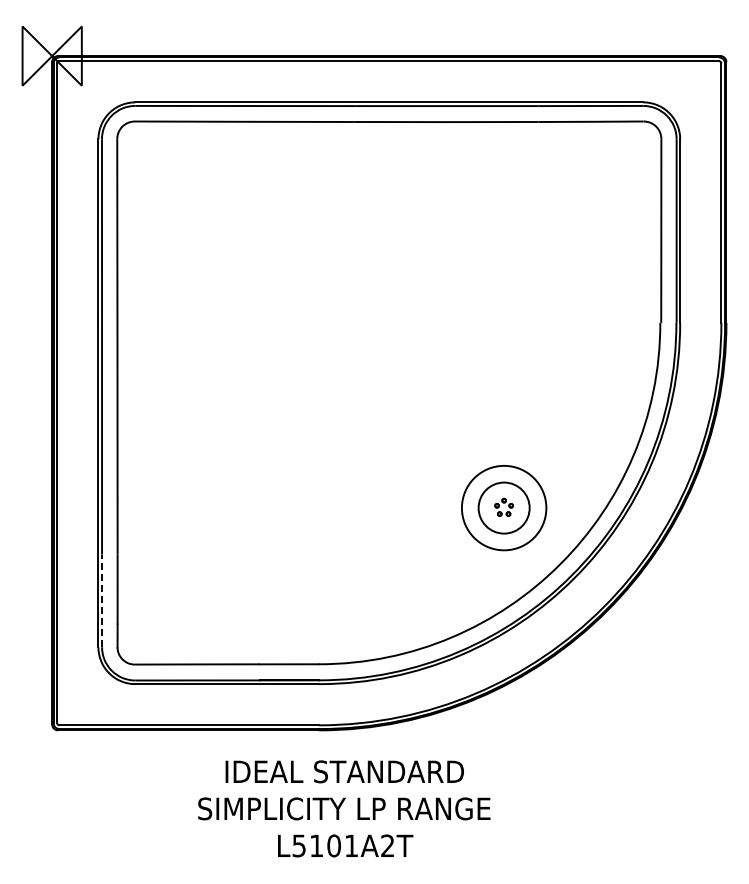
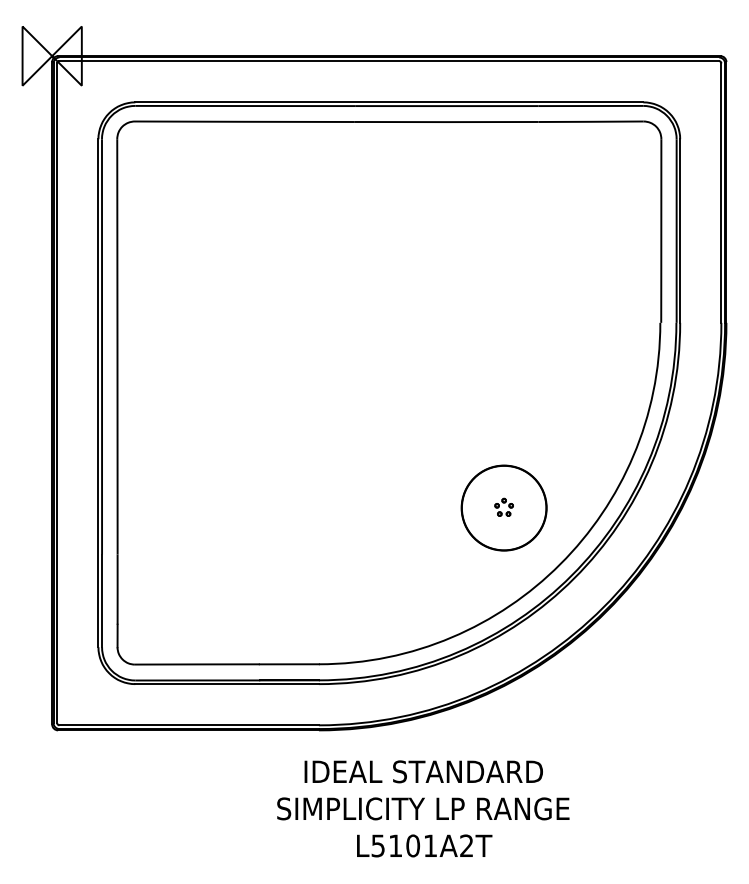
circle at (503, 507) diameter: 51 px -> 85 px
line at (102, 600): dashed -> solid
text at (344, 808) position: (344, 808) -> (423, 808)
